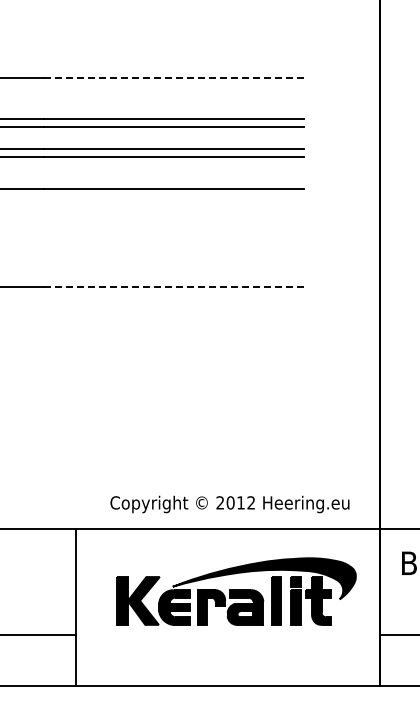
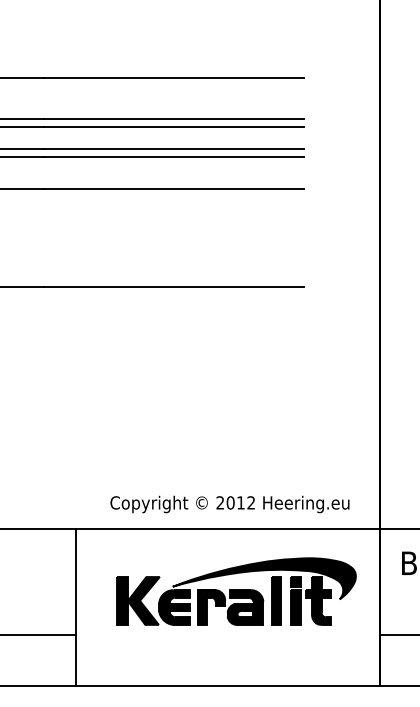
line at (174, 77): dashed -> solid
line at (174, 287): dashed -> solid
